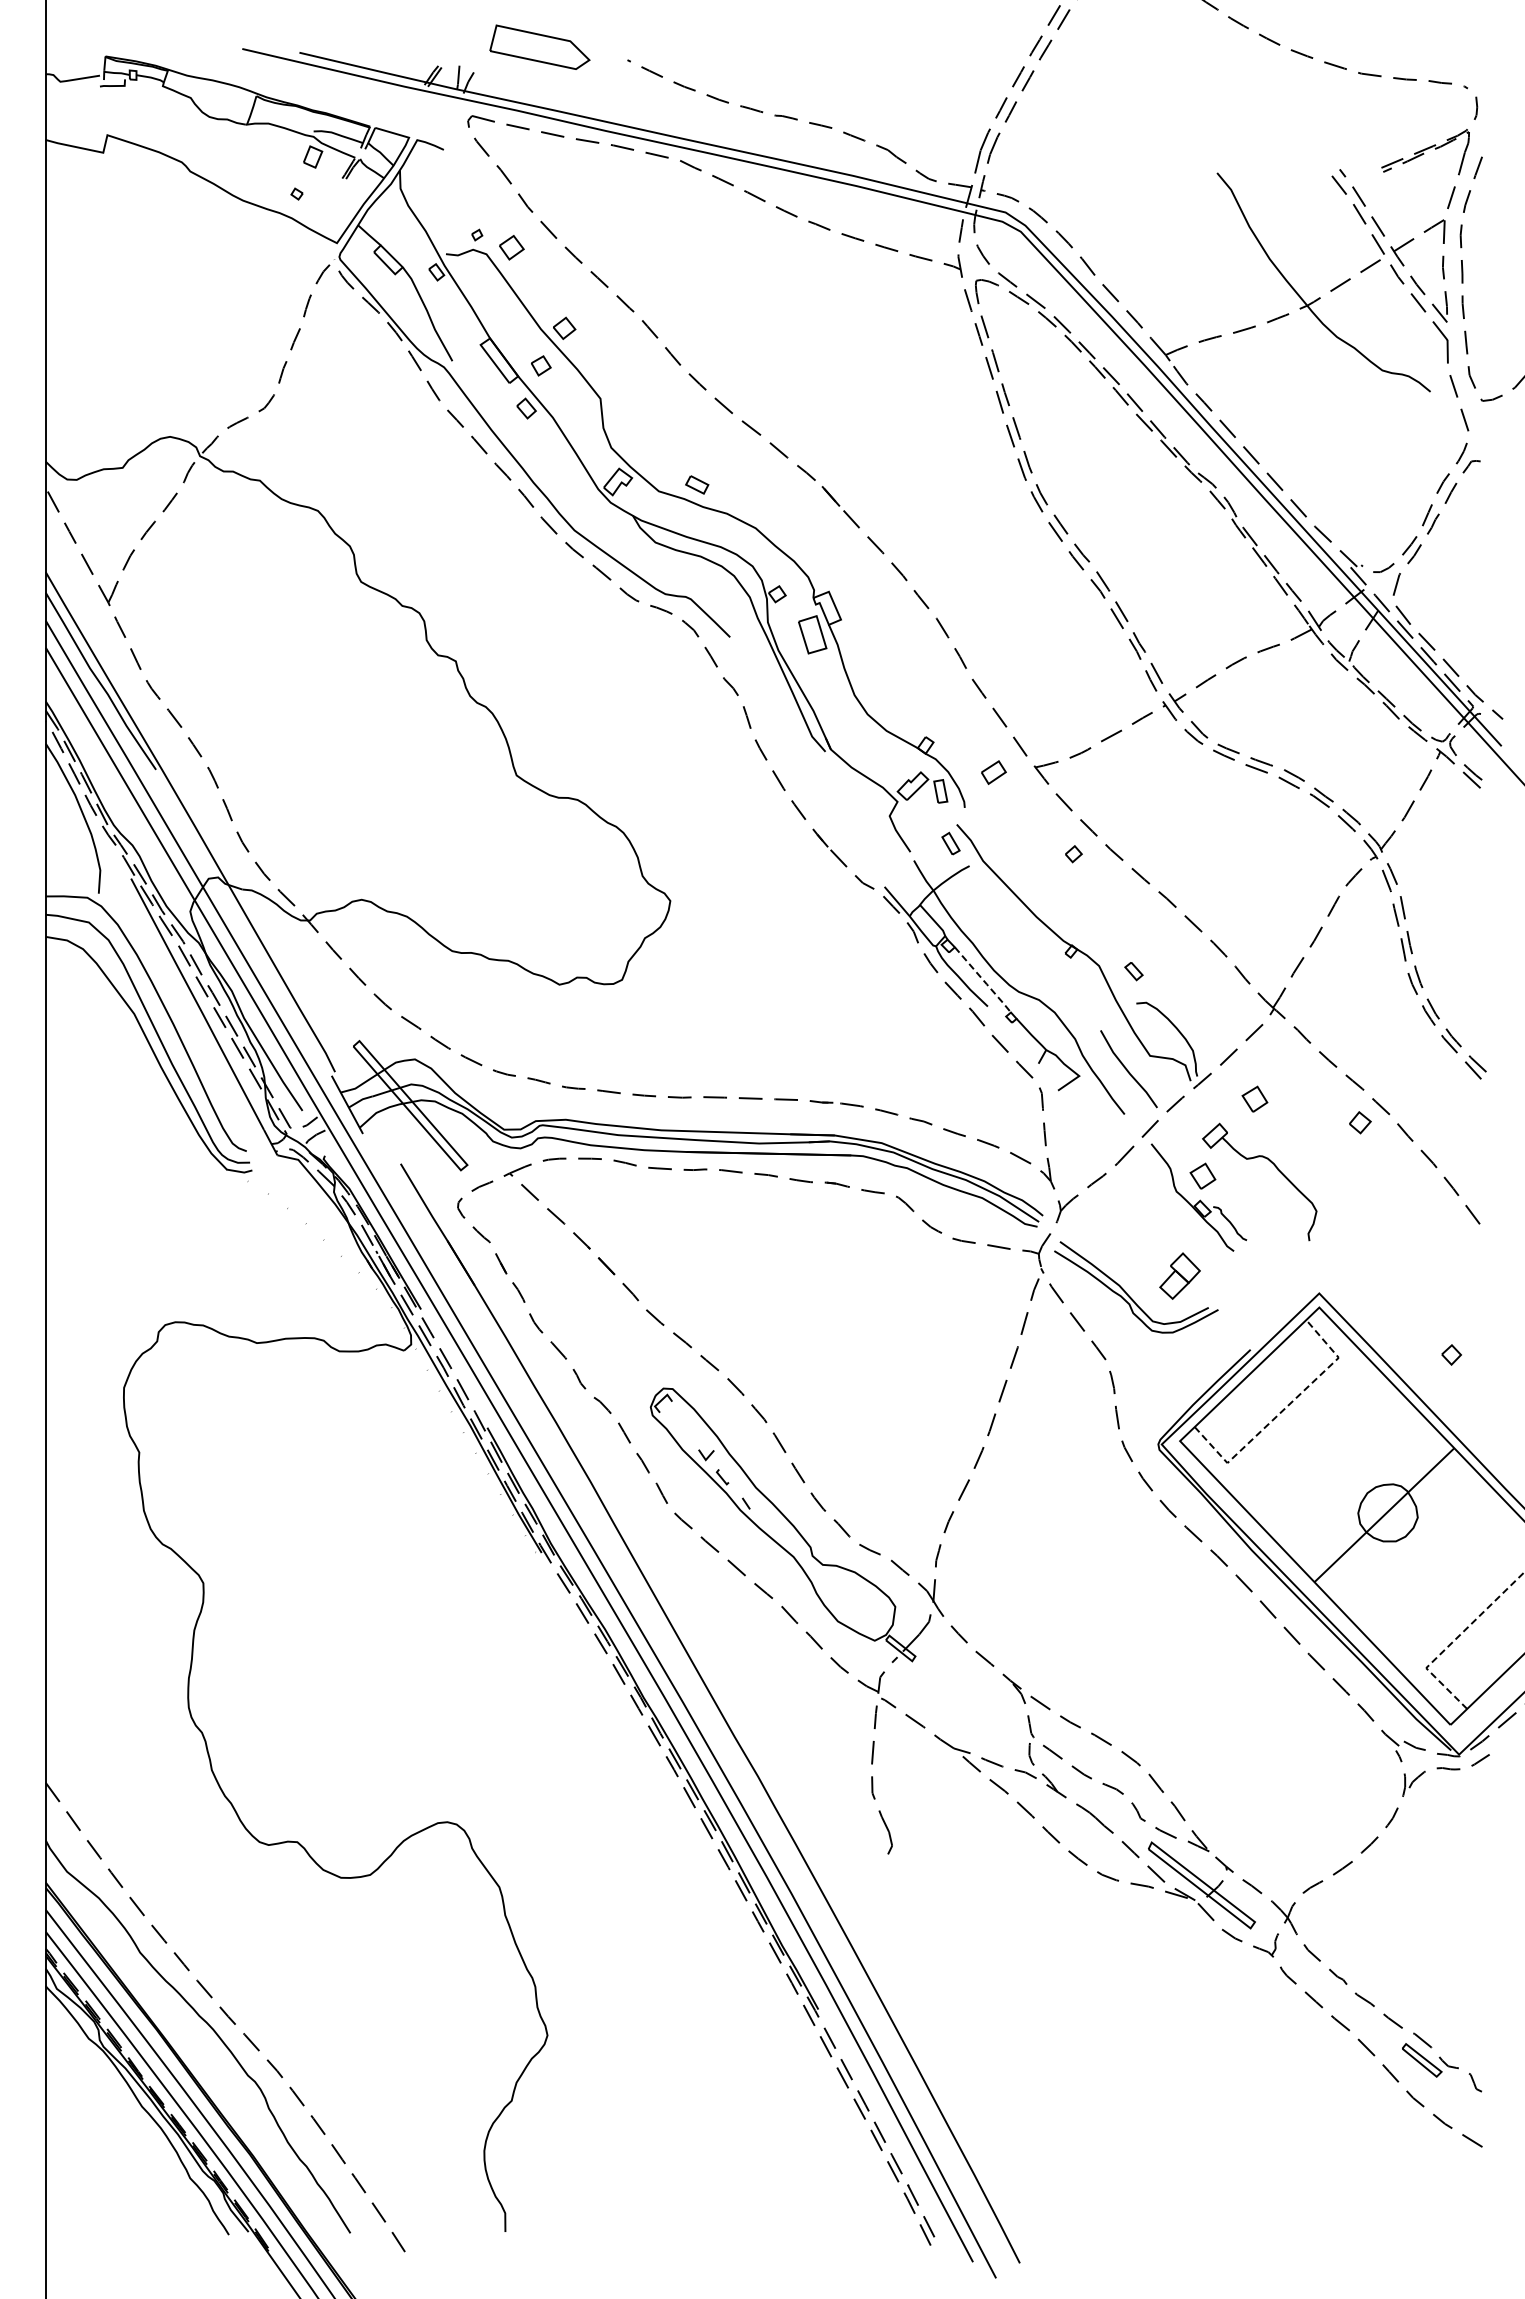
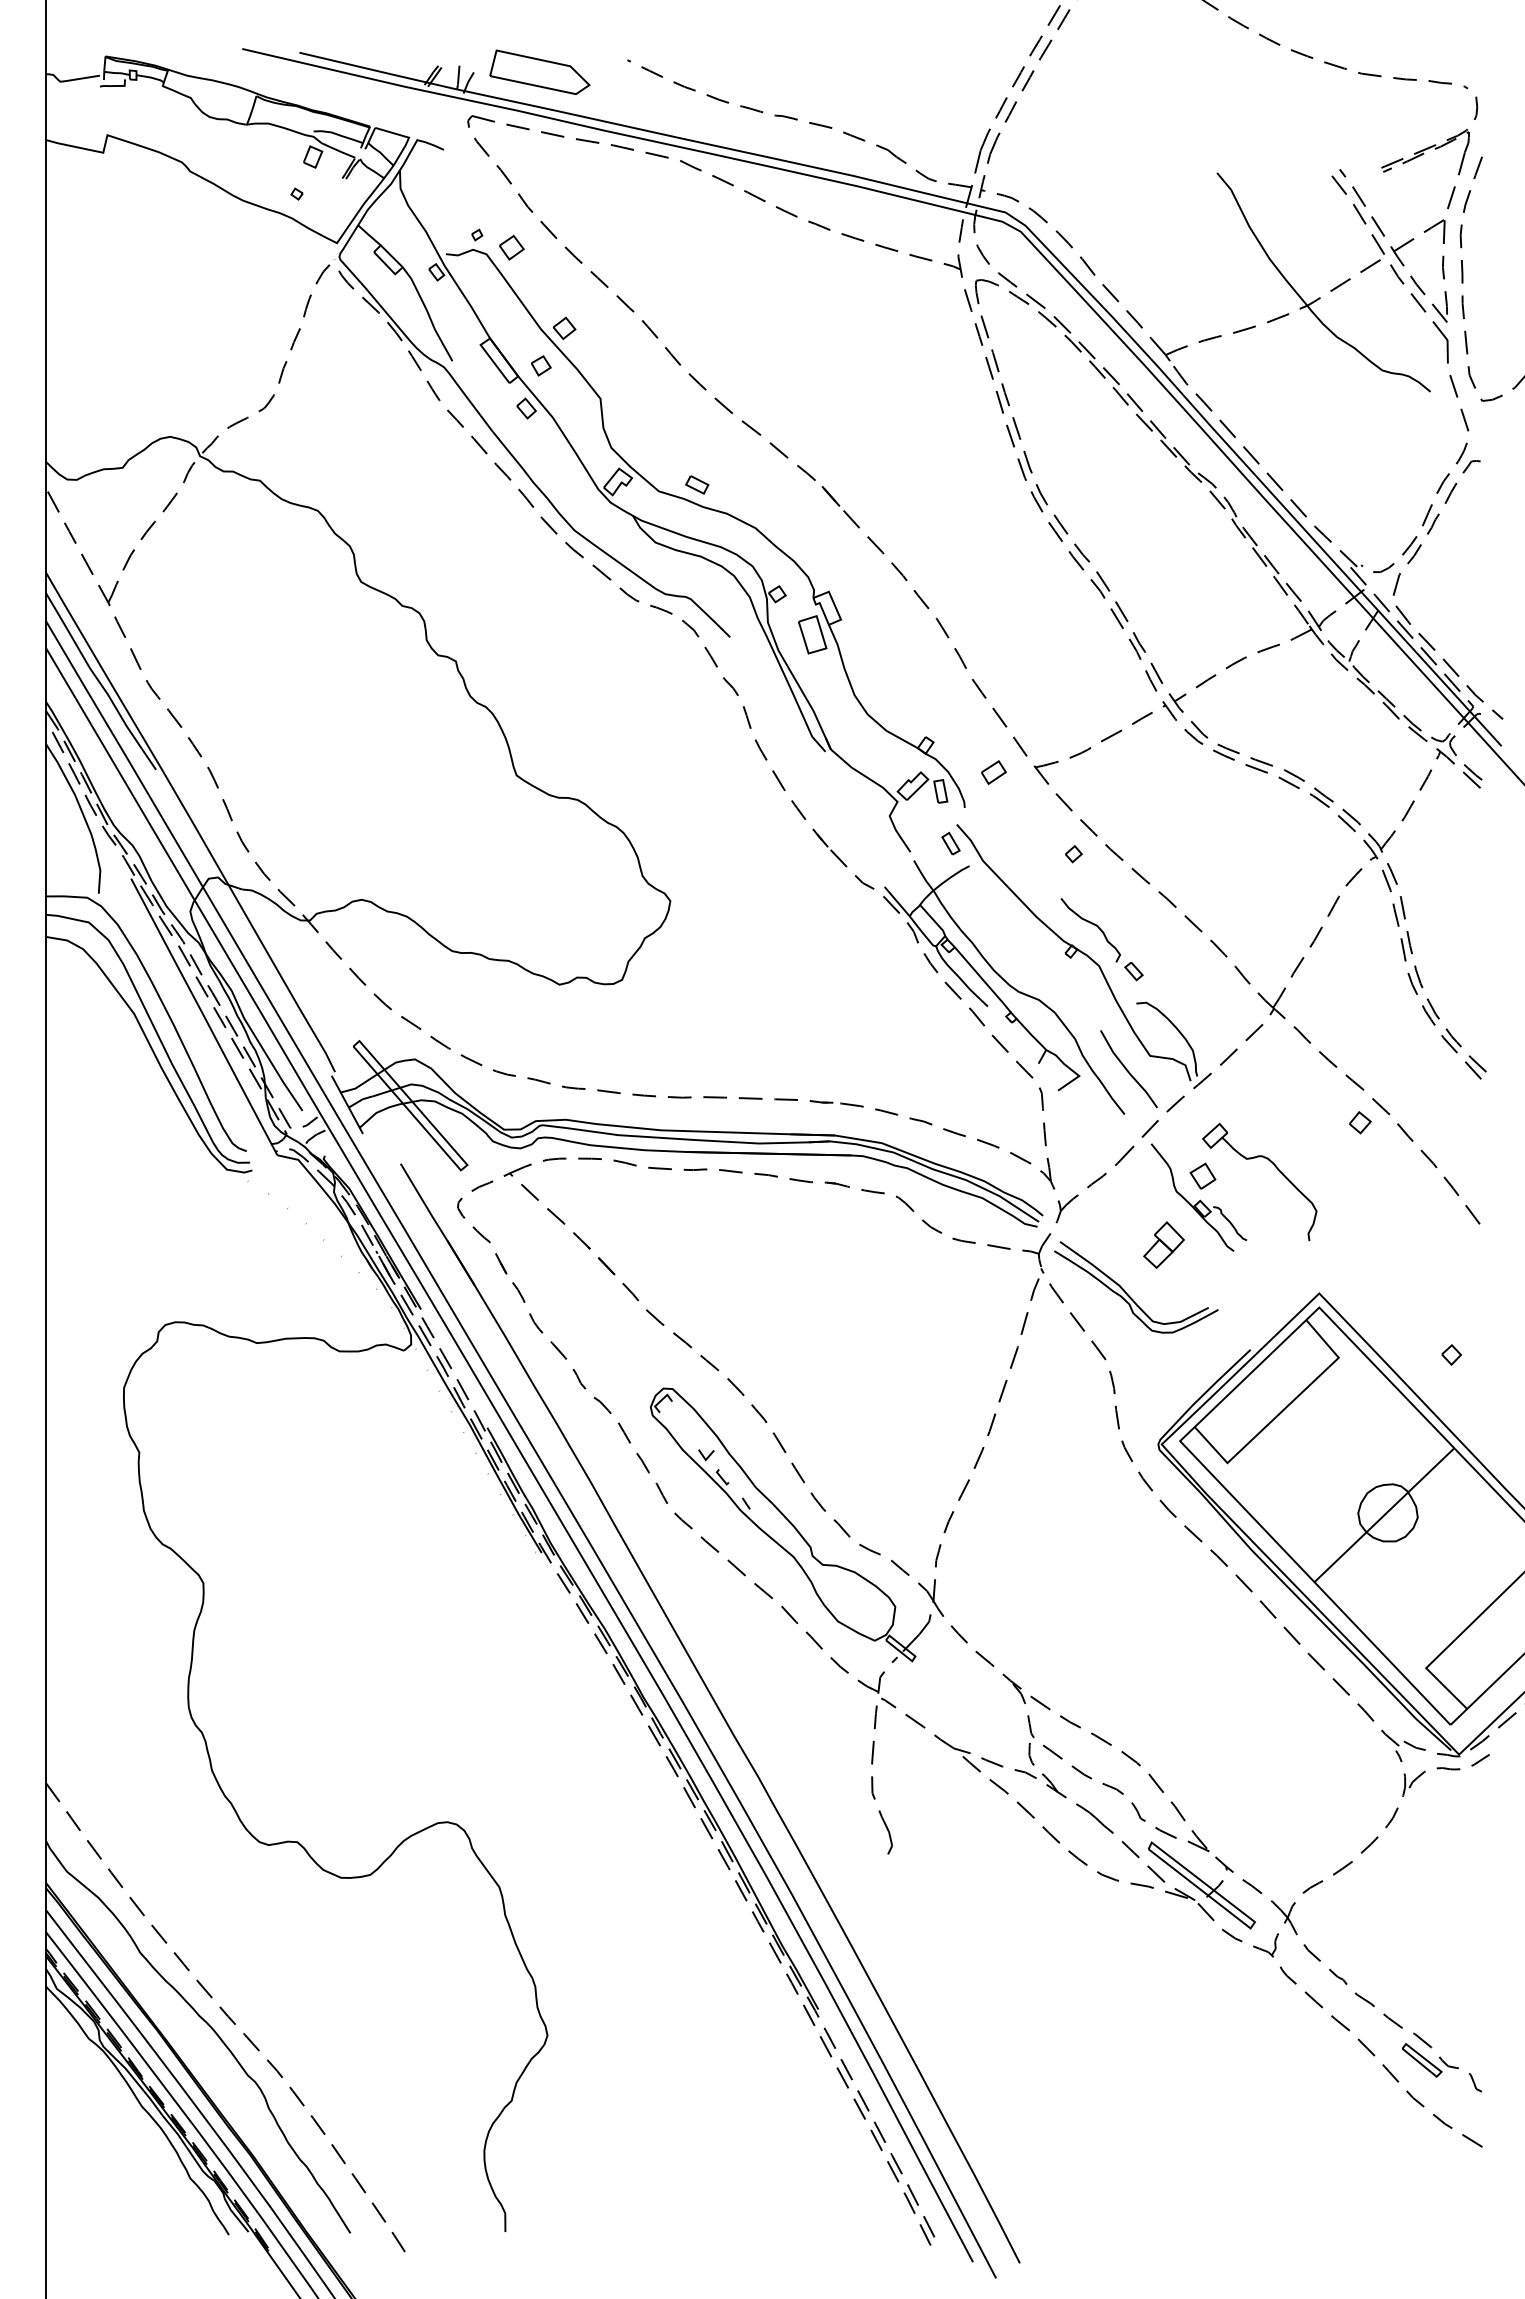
part at (539, 46) position: (539, 46) -> (539, 71)
curve at (1091, 924): none -> present
line at (984, 981): dashed -> solid
part at (1254, 1098): present -> none
part at (1179, 1275) position: (1179, 1275) -> (1163, 1244)
line at (1283, 1409): dashed -> solid
line at (1454, 1640): dashed -> solid
